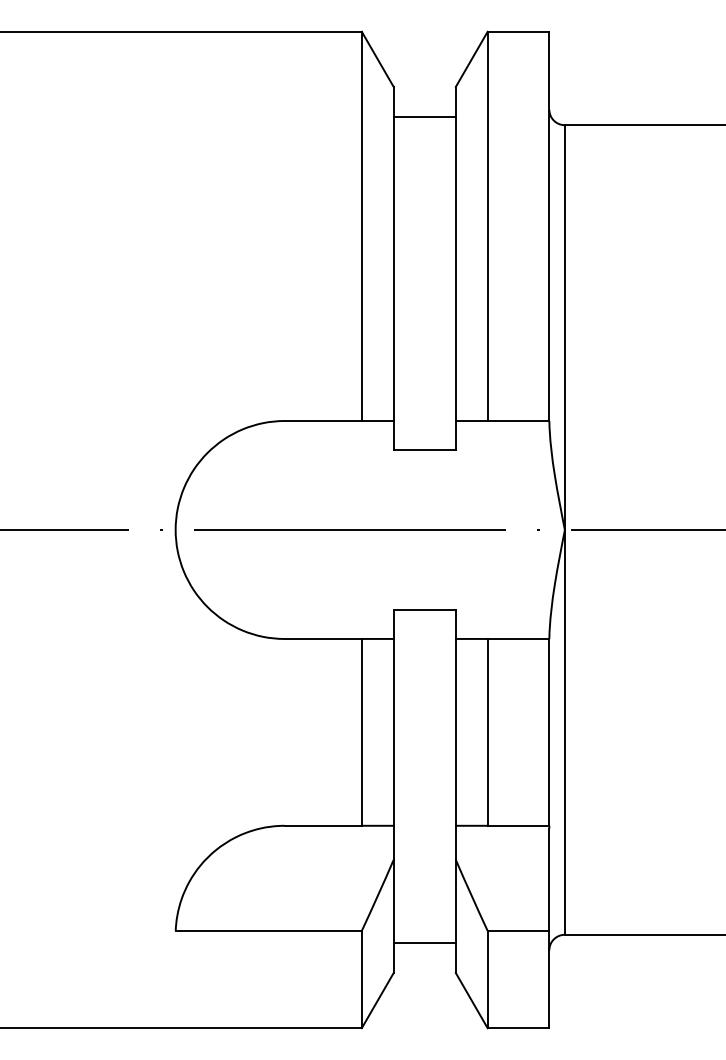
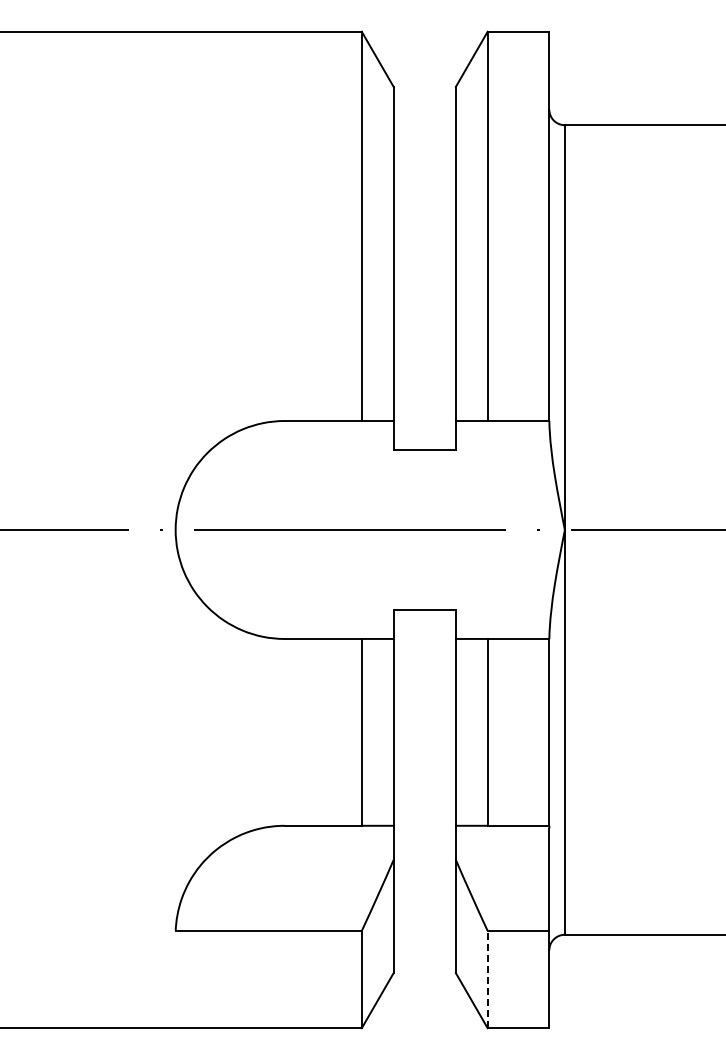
line at (424, 117): present -> none
line at (424, 942): present -> none
line at (487, 979): solid -> dashed
